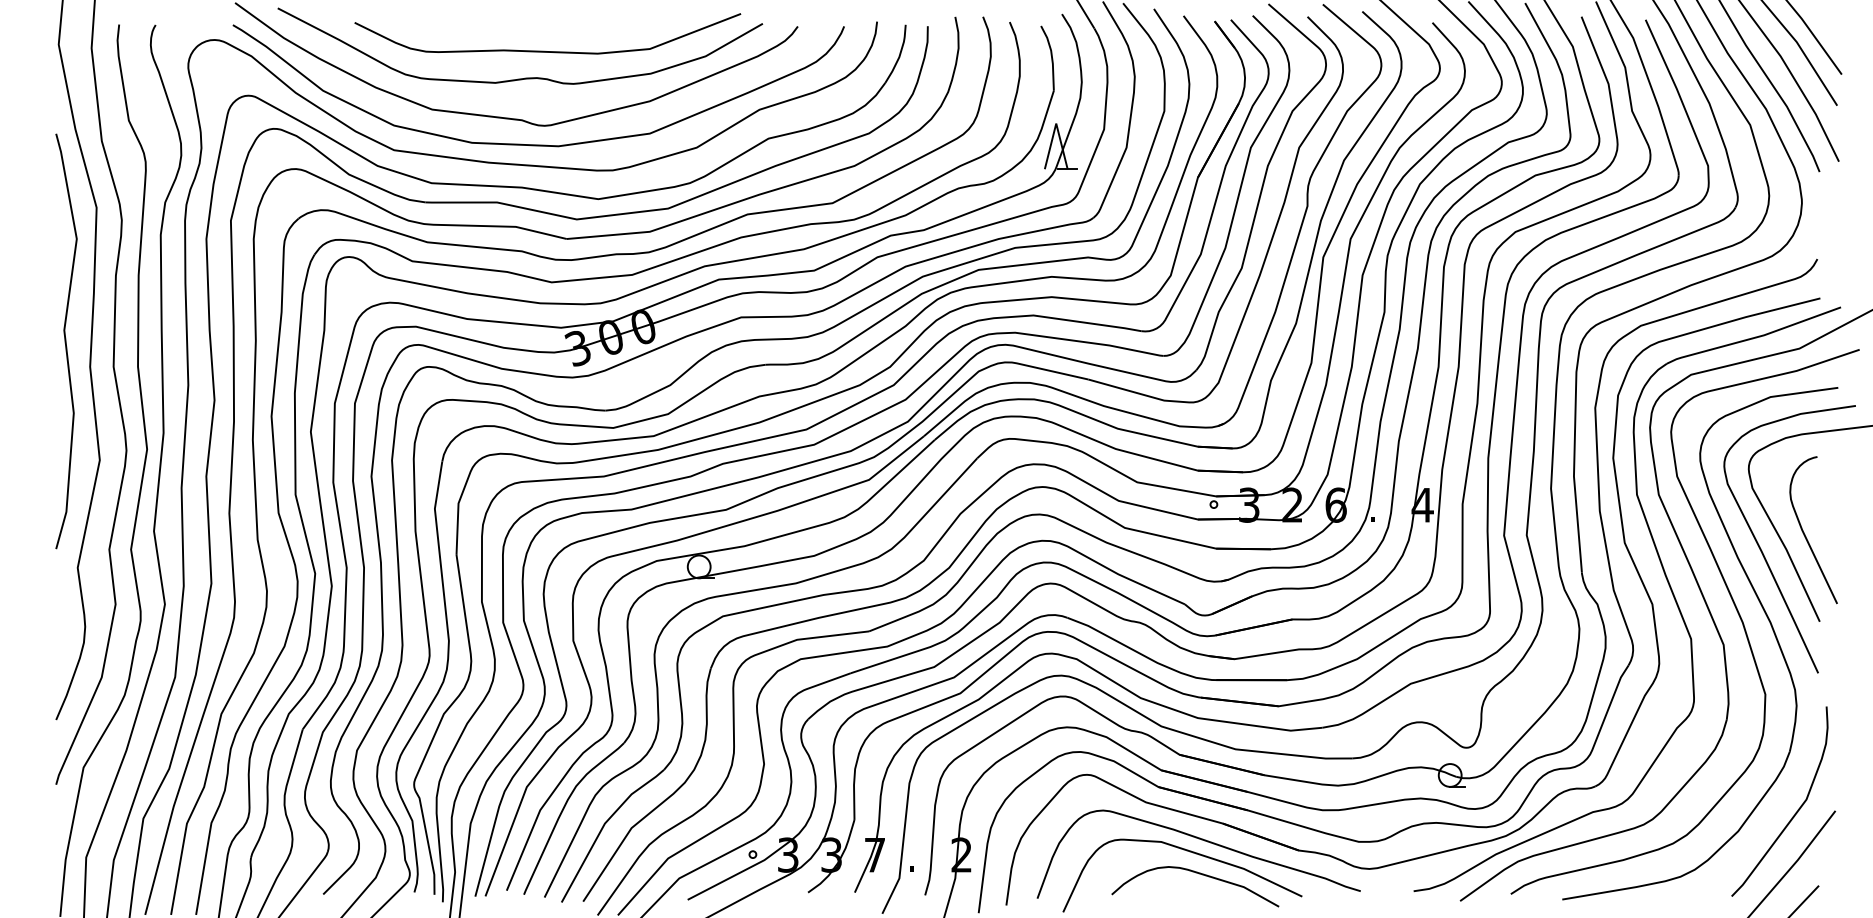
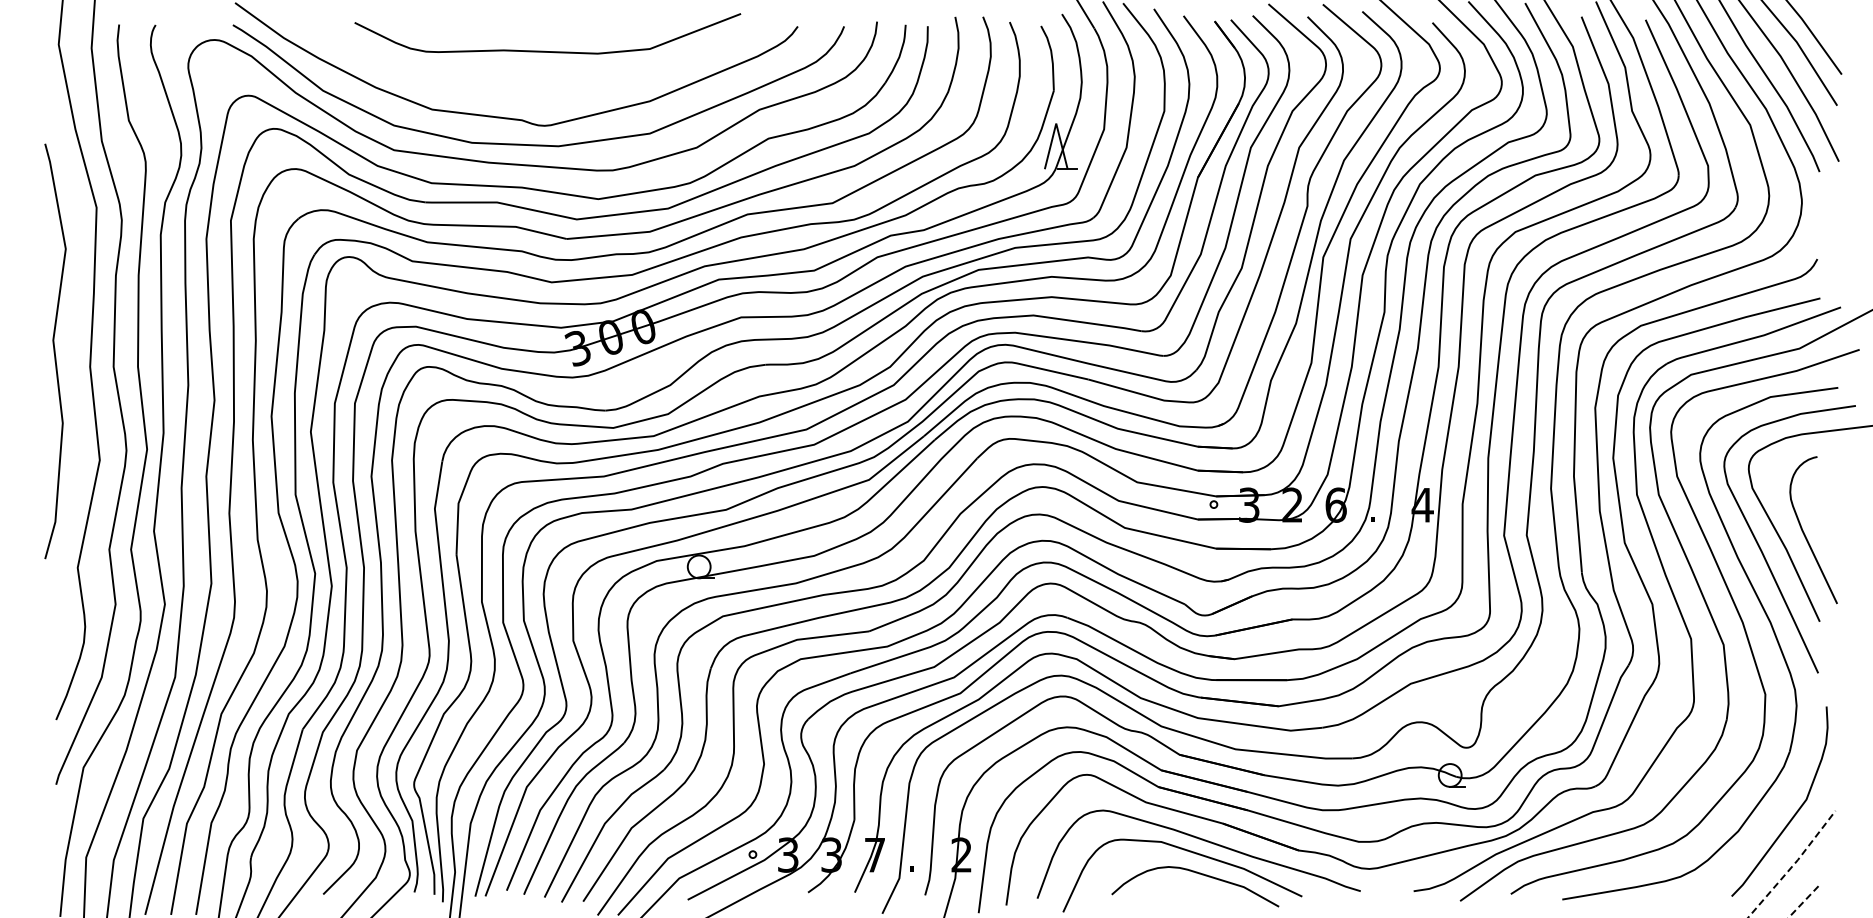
curve at (524, 77): present -> none
curve at (66, 341) position: (66, 341) -> (55, 351)
line at (1793, 864): solid -> dashed
line at (1803, 901): solid -> dashed
